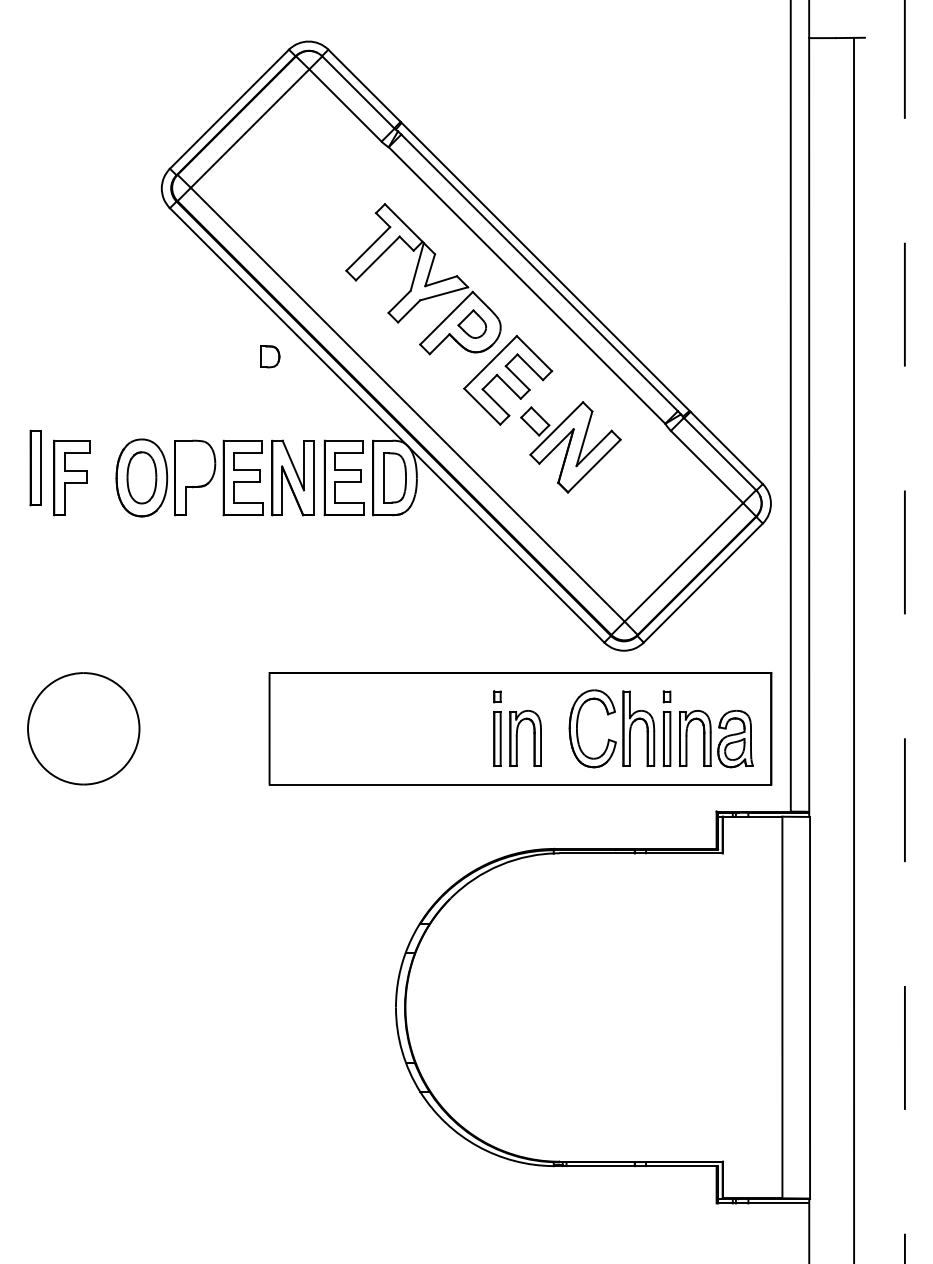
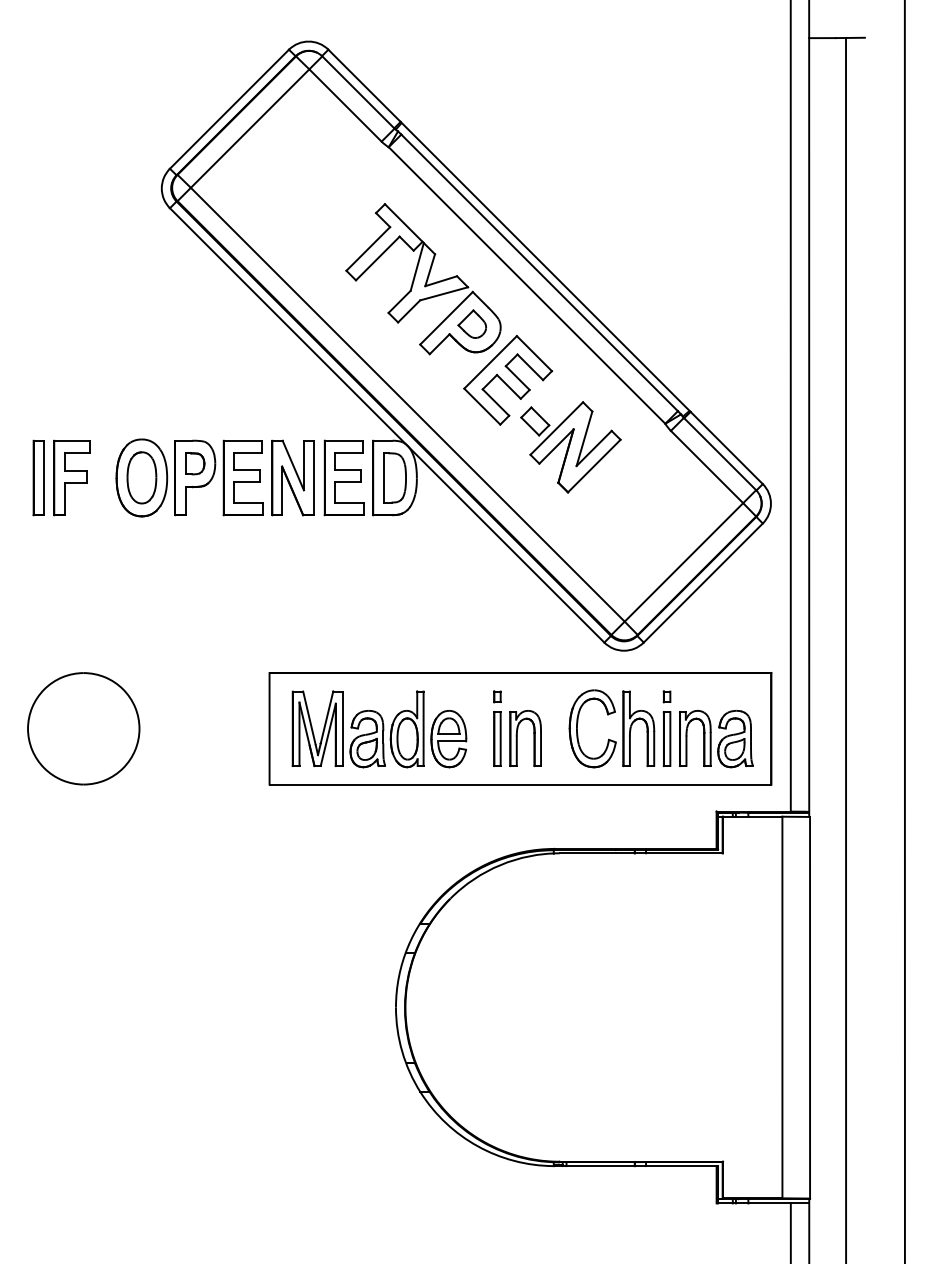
part at (270, 356) position: (270, 356) -> (195, 463)
part at (35, 467) position: (35, 467) -> (38, 477)
line at (904, 631): dashed -> solid
line at (854, 649) position: (854, 649) -> (846, 649)
part at (379, 729): none -> present
line at (790, 1231): none -> present
